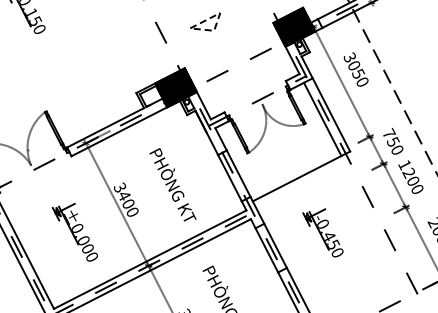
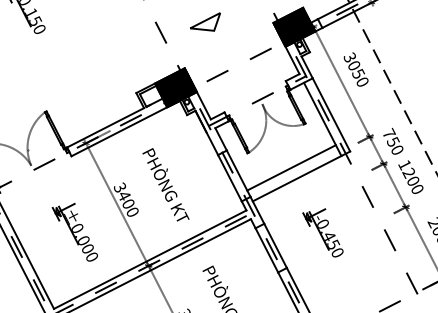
line at (218, 17): dashed -> solid
line at (291, 167): none -> present
text at (172, 184) position: (172, 184) -> (165, 184)
